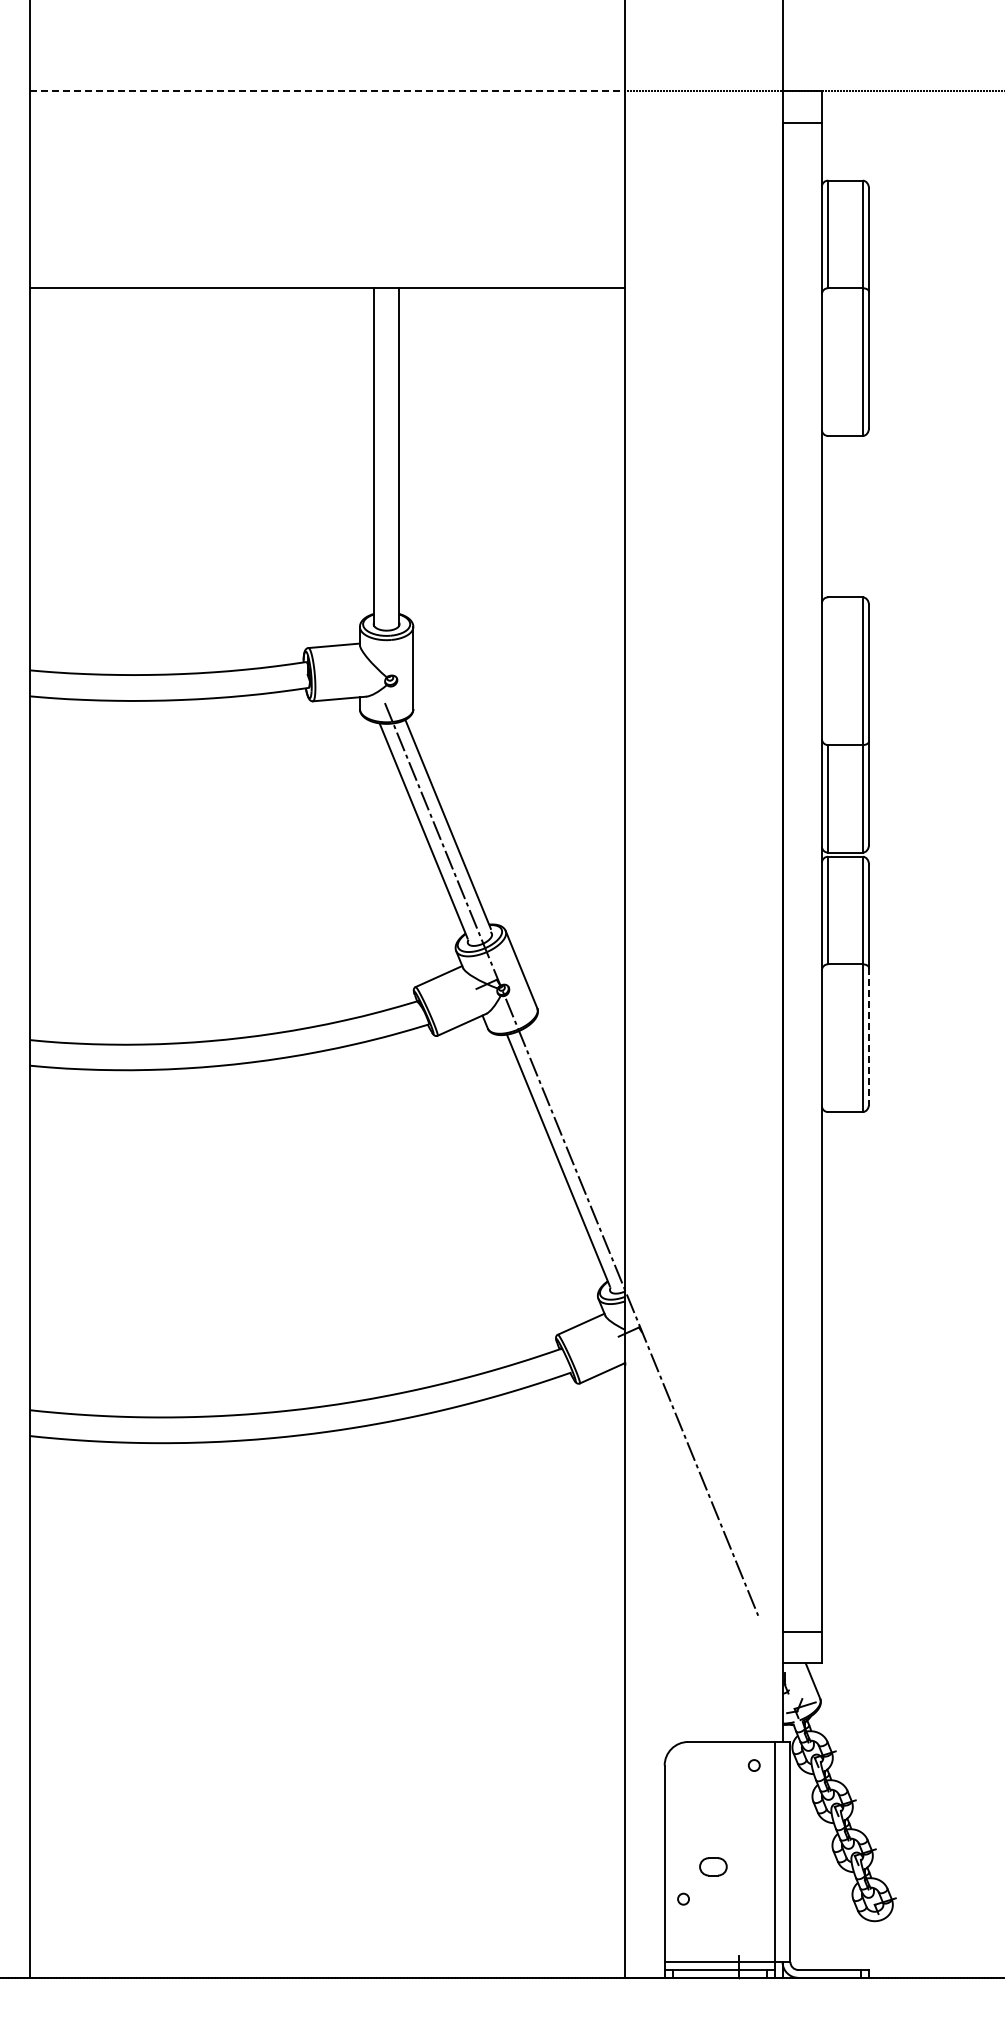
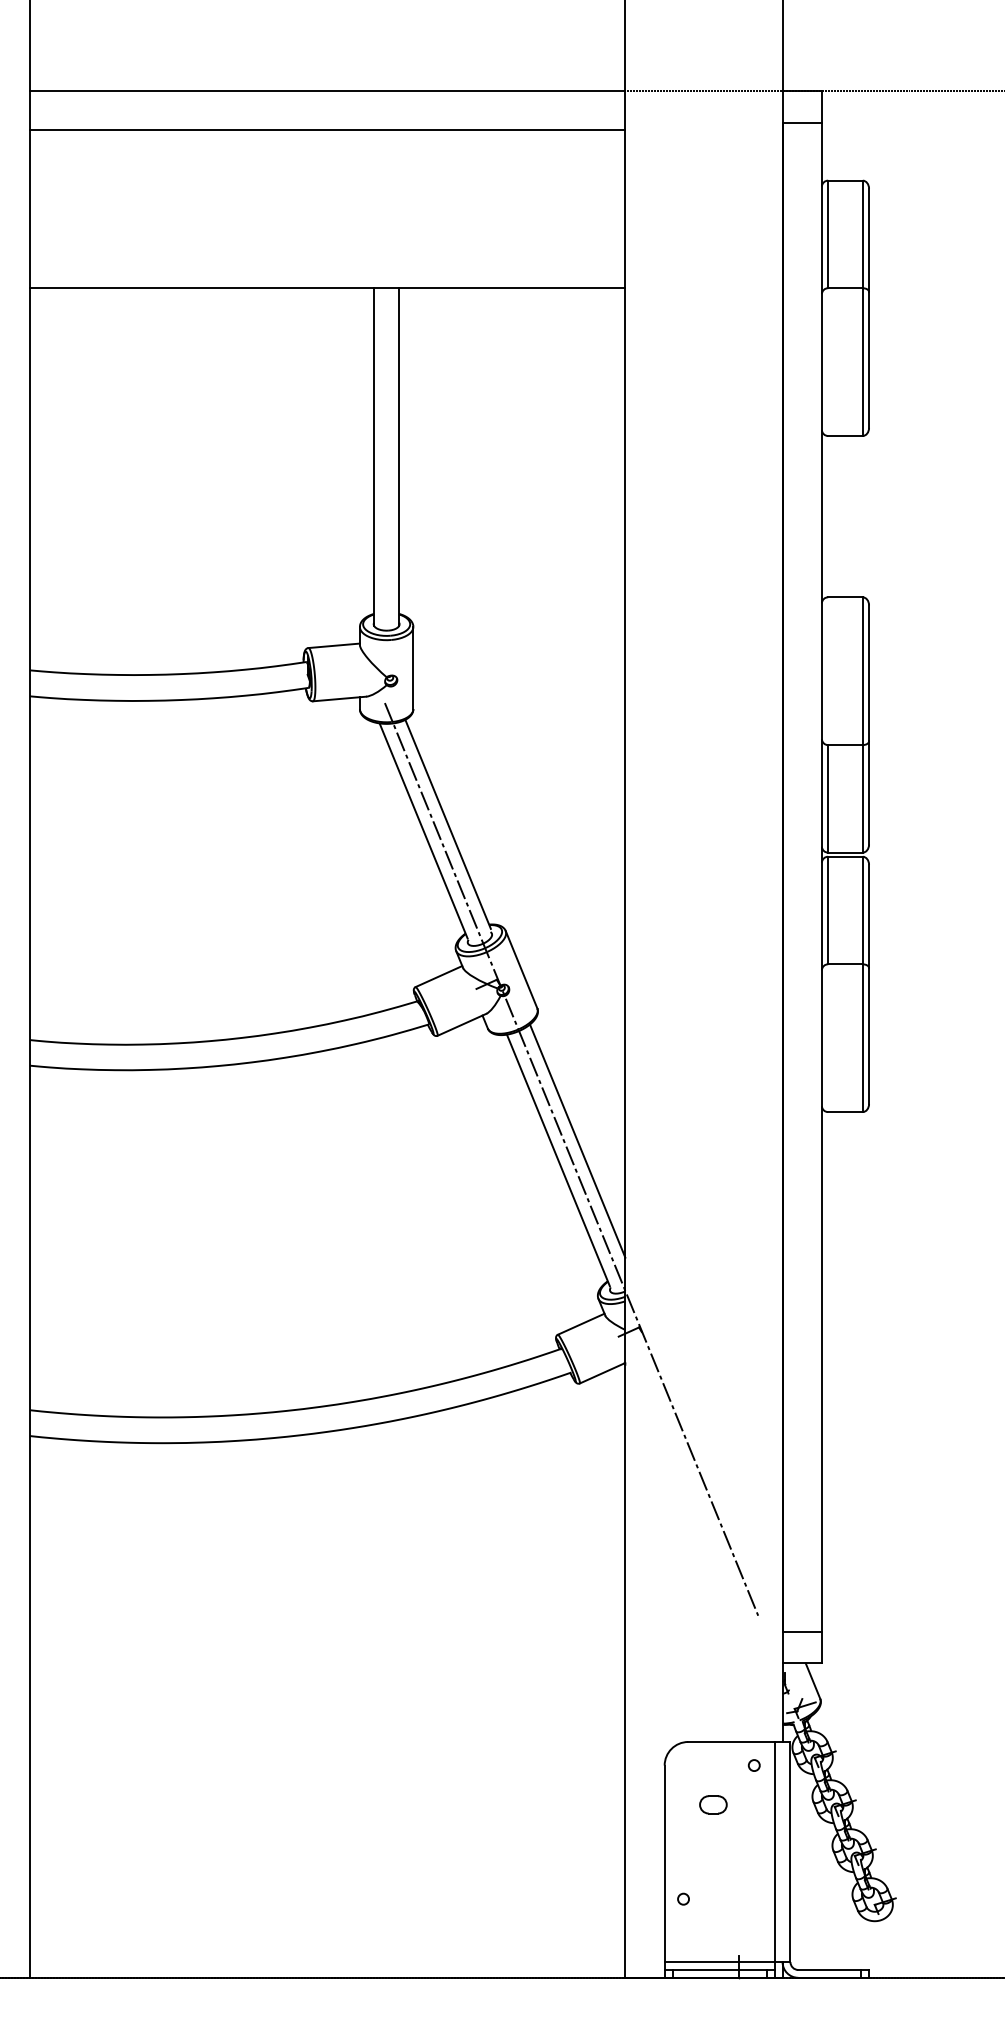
line at (327, 91): dashed -> solid
line at (327, 130): none -> present
line at (869, 1036): dashed -> solid
line at (577, 1140): none -> present
part at (713, 1866) position: (713, 1866) -> (713, 1804)
